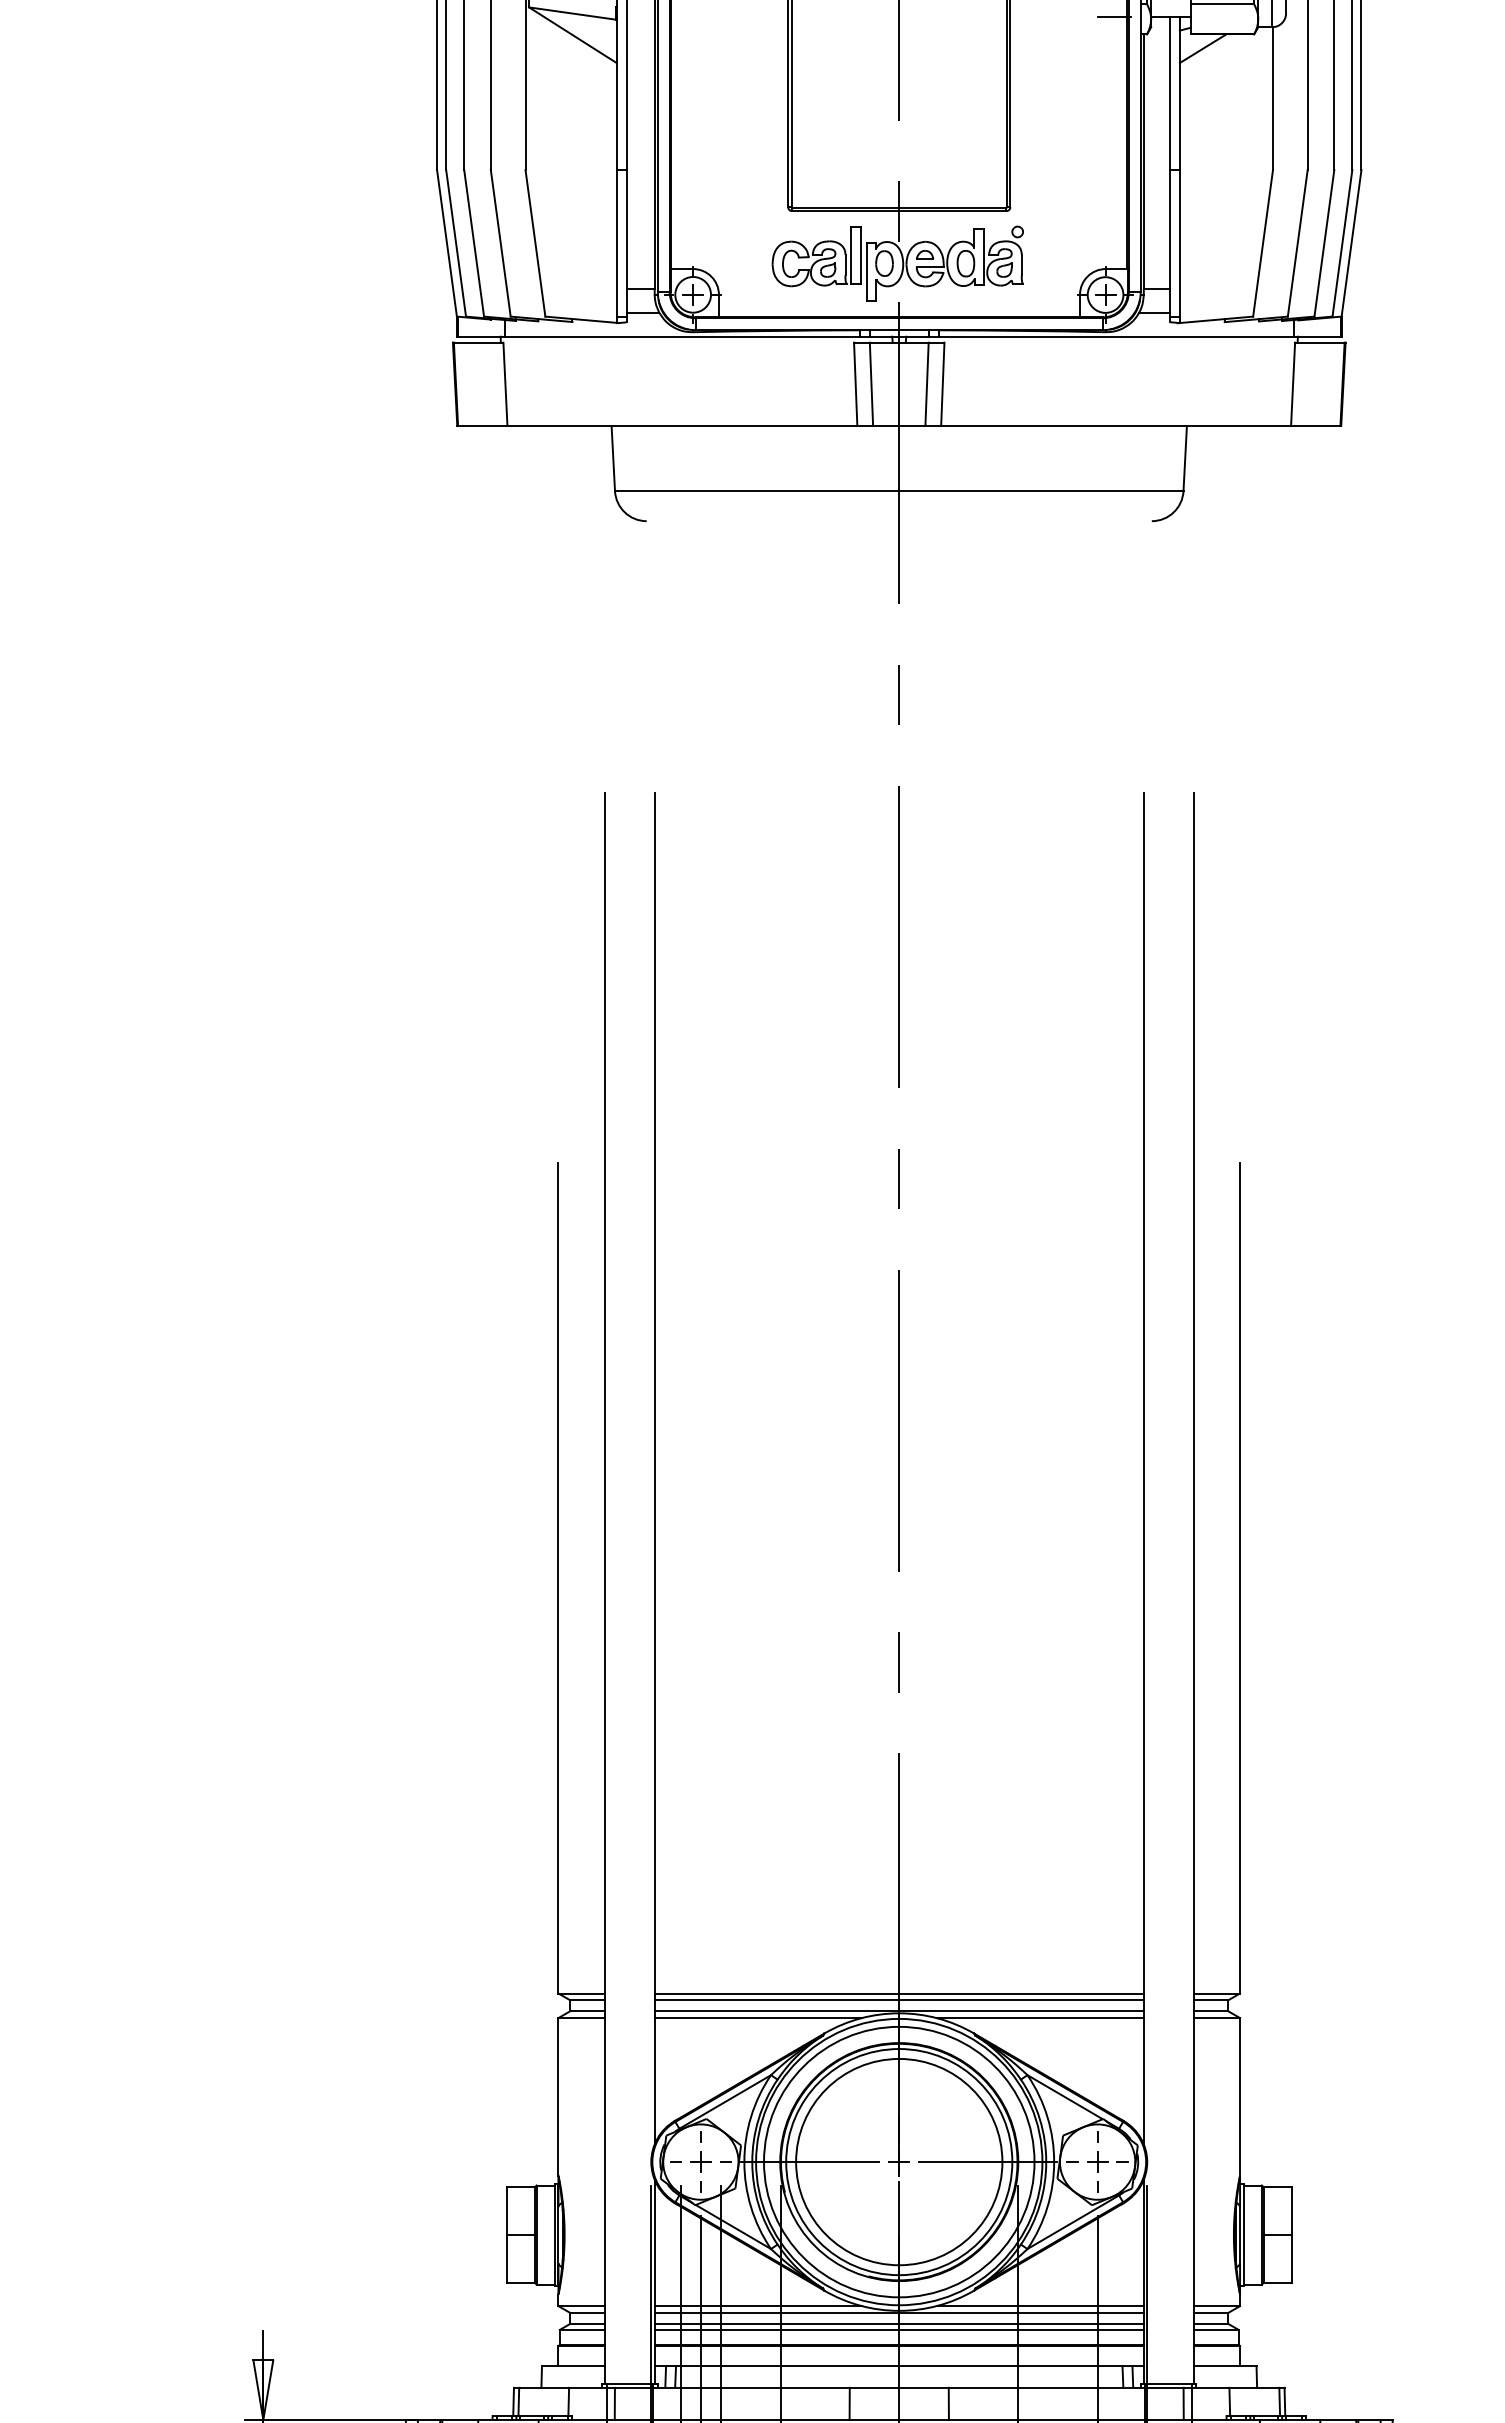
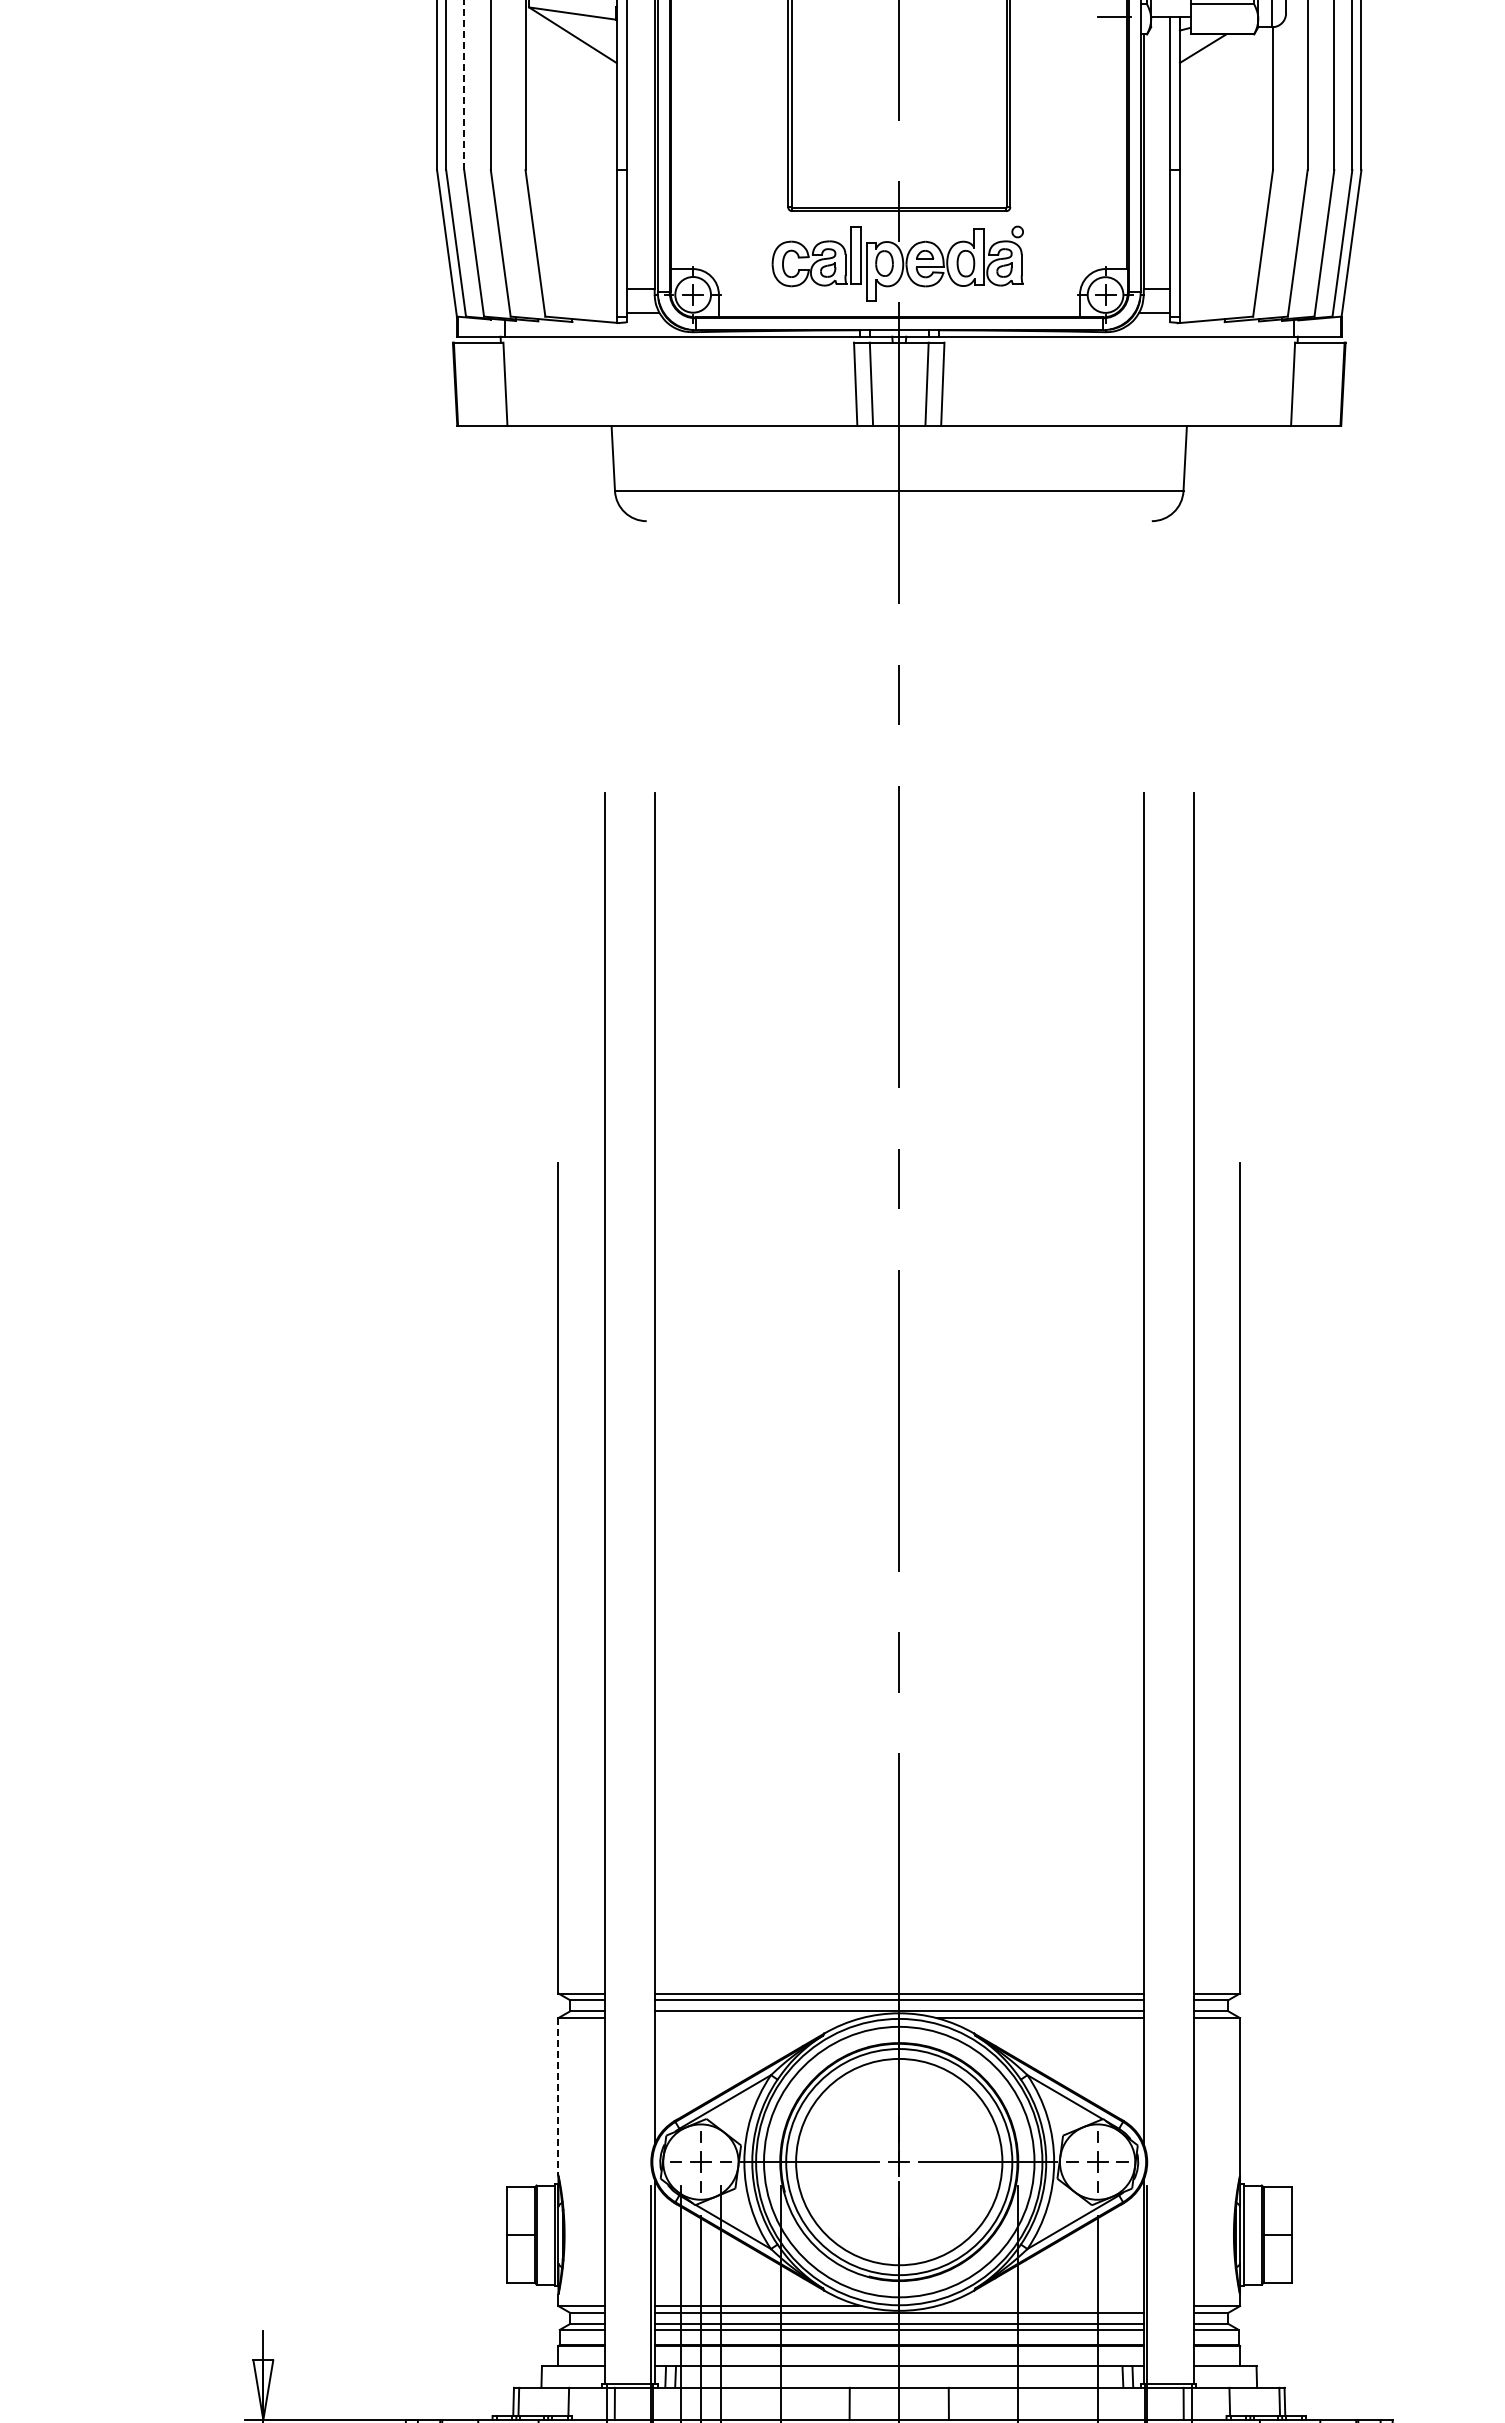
line at (464, 85): solid -> dashed
line at (757, 2018): present -> none
line at (558, 2096): solid -> dashed
line at (1039, 2306): present -> none
